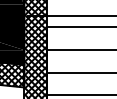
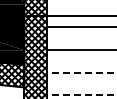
line at (82, 72): solid -> dashed
line at (82, 95): solid -> dashed
